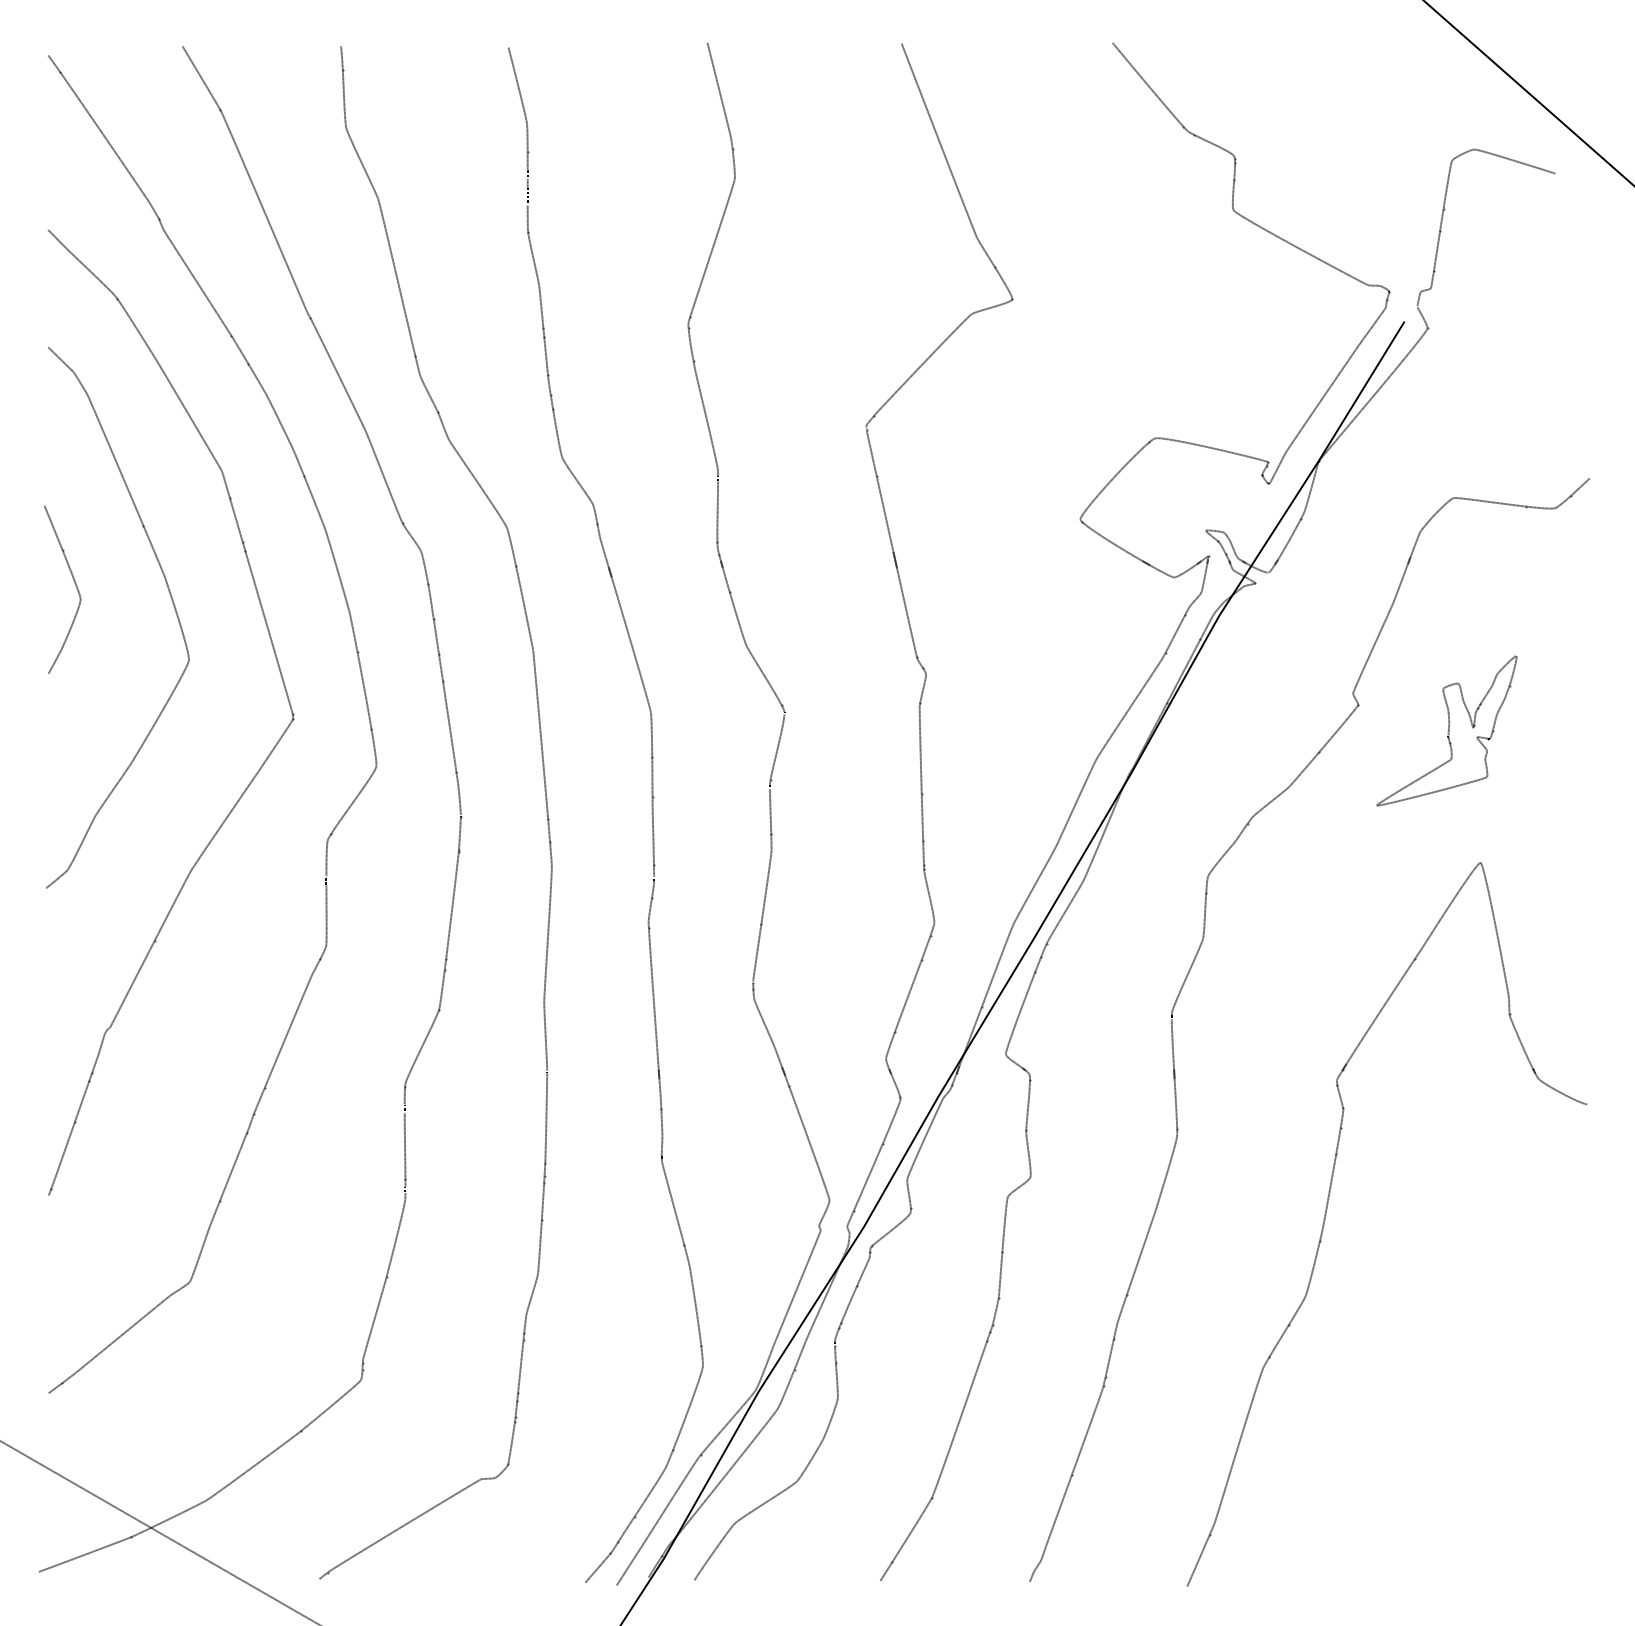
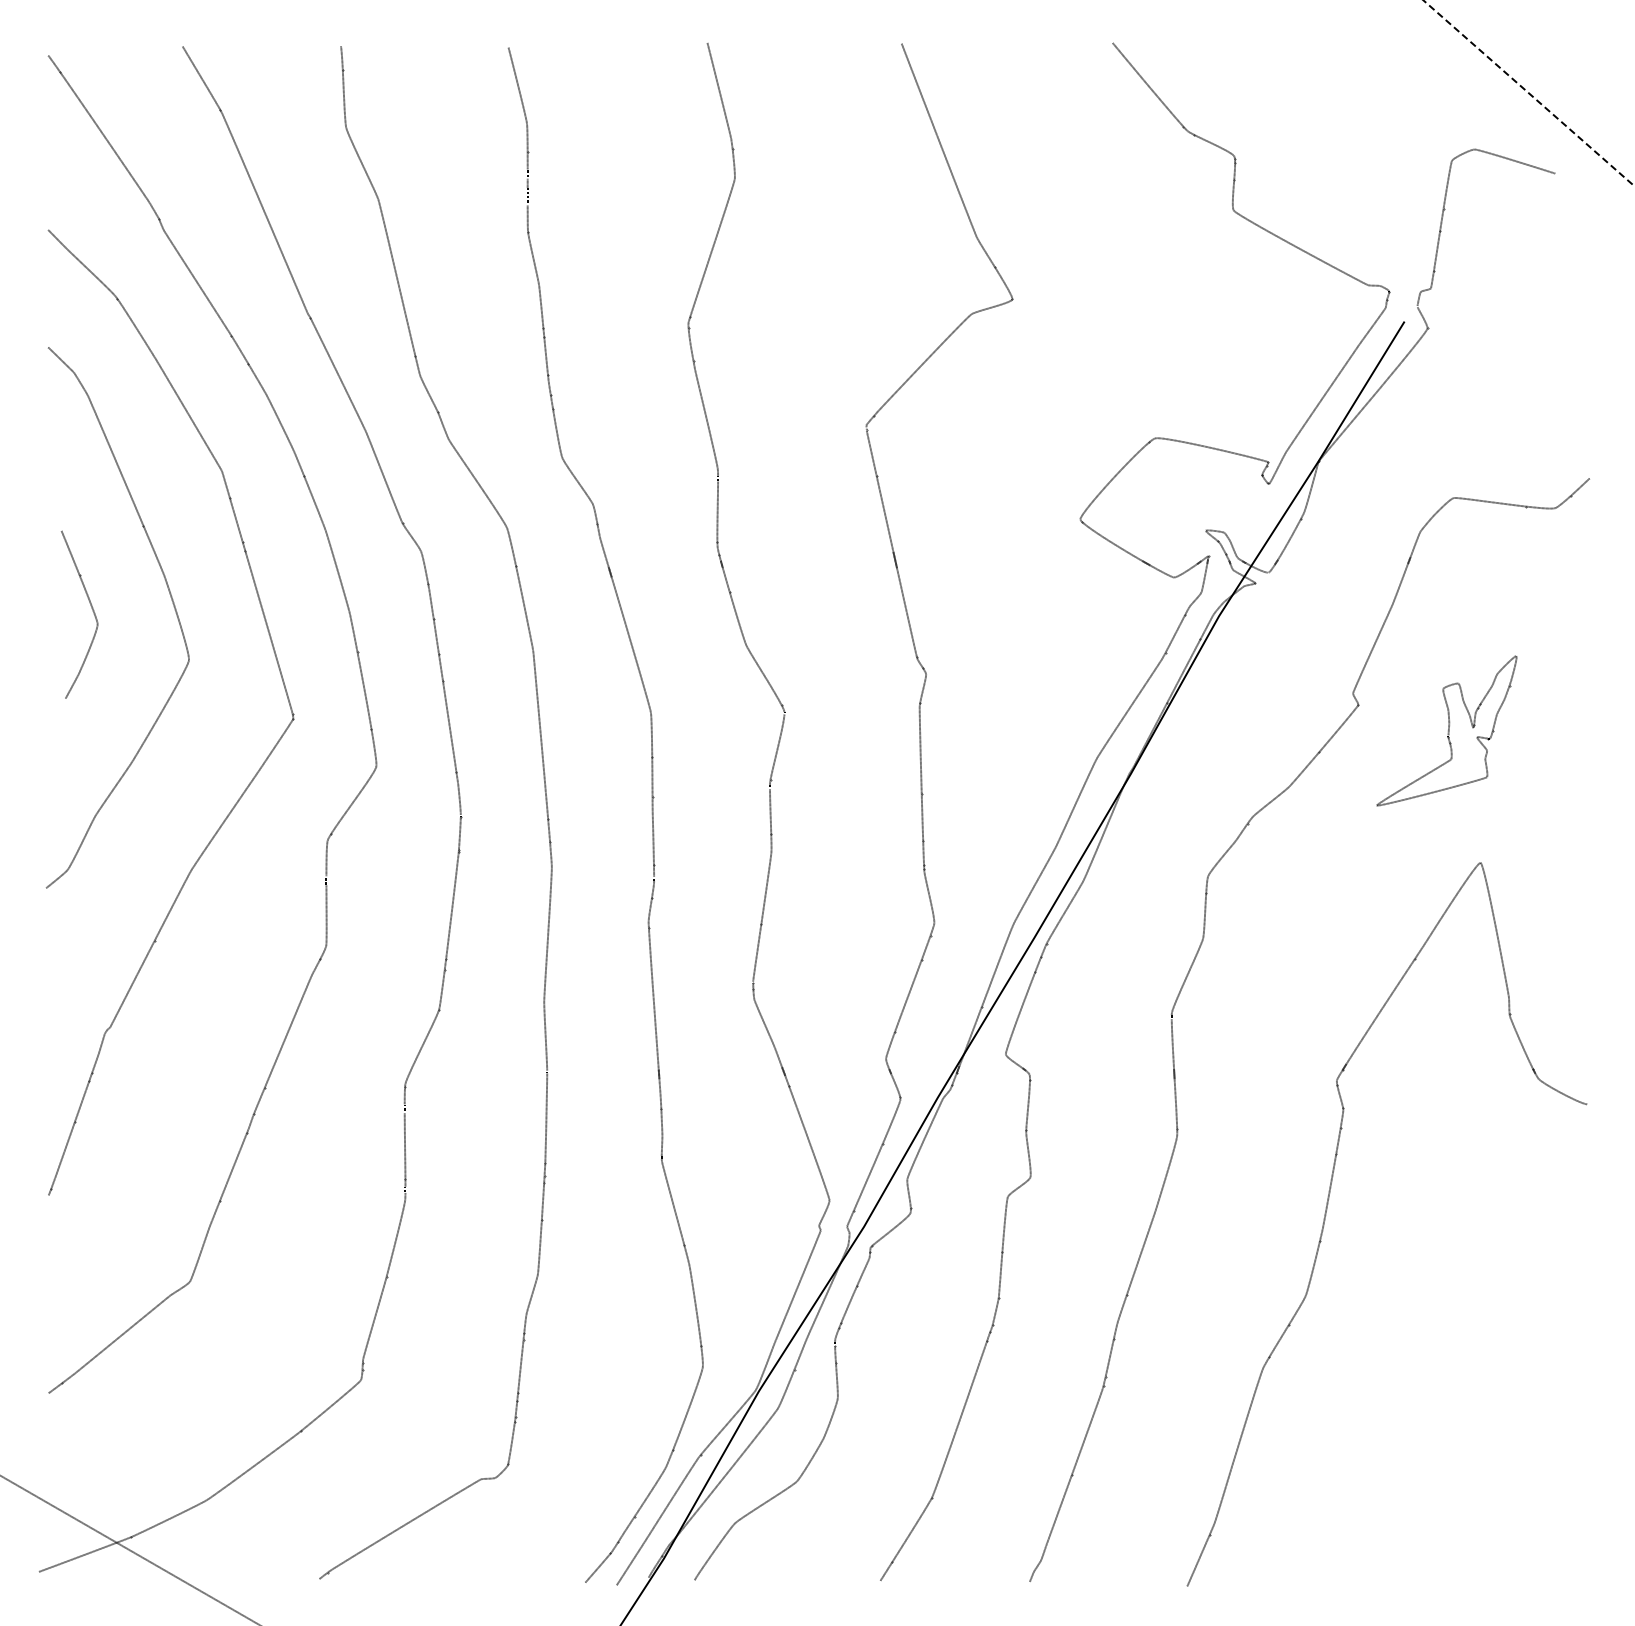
line at (1528, 93): solid -> dashed
curve at (75, 586) position: (75, 586) -> (92, 611)
line at (158, 1532) position: (158, 1532) -> (128, 1549)
